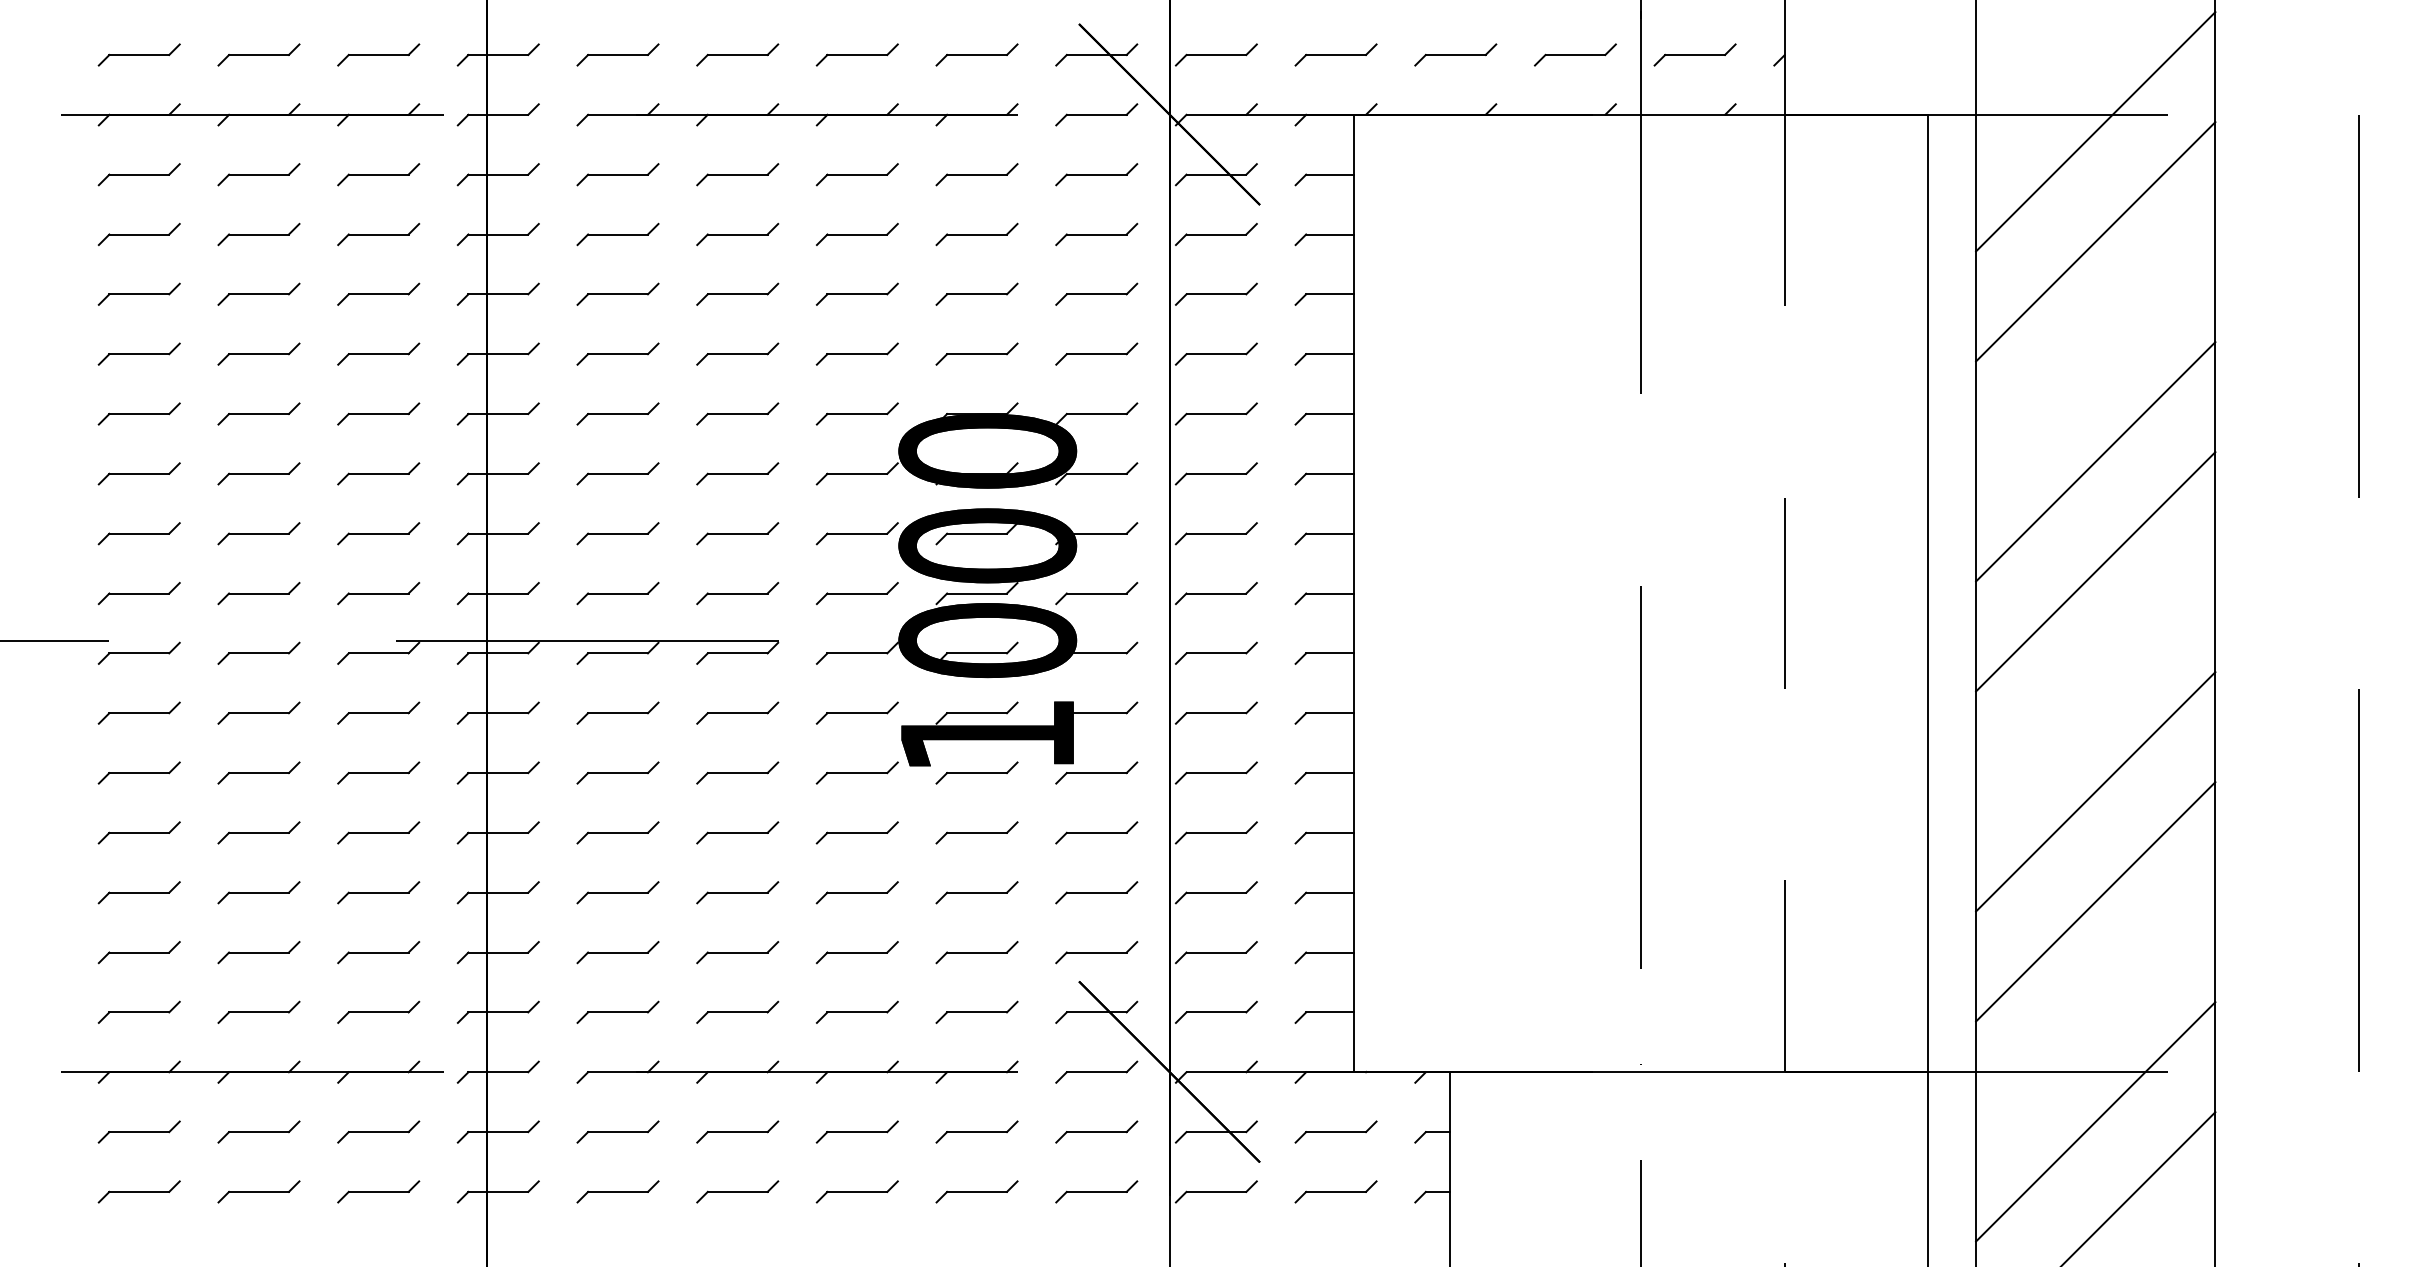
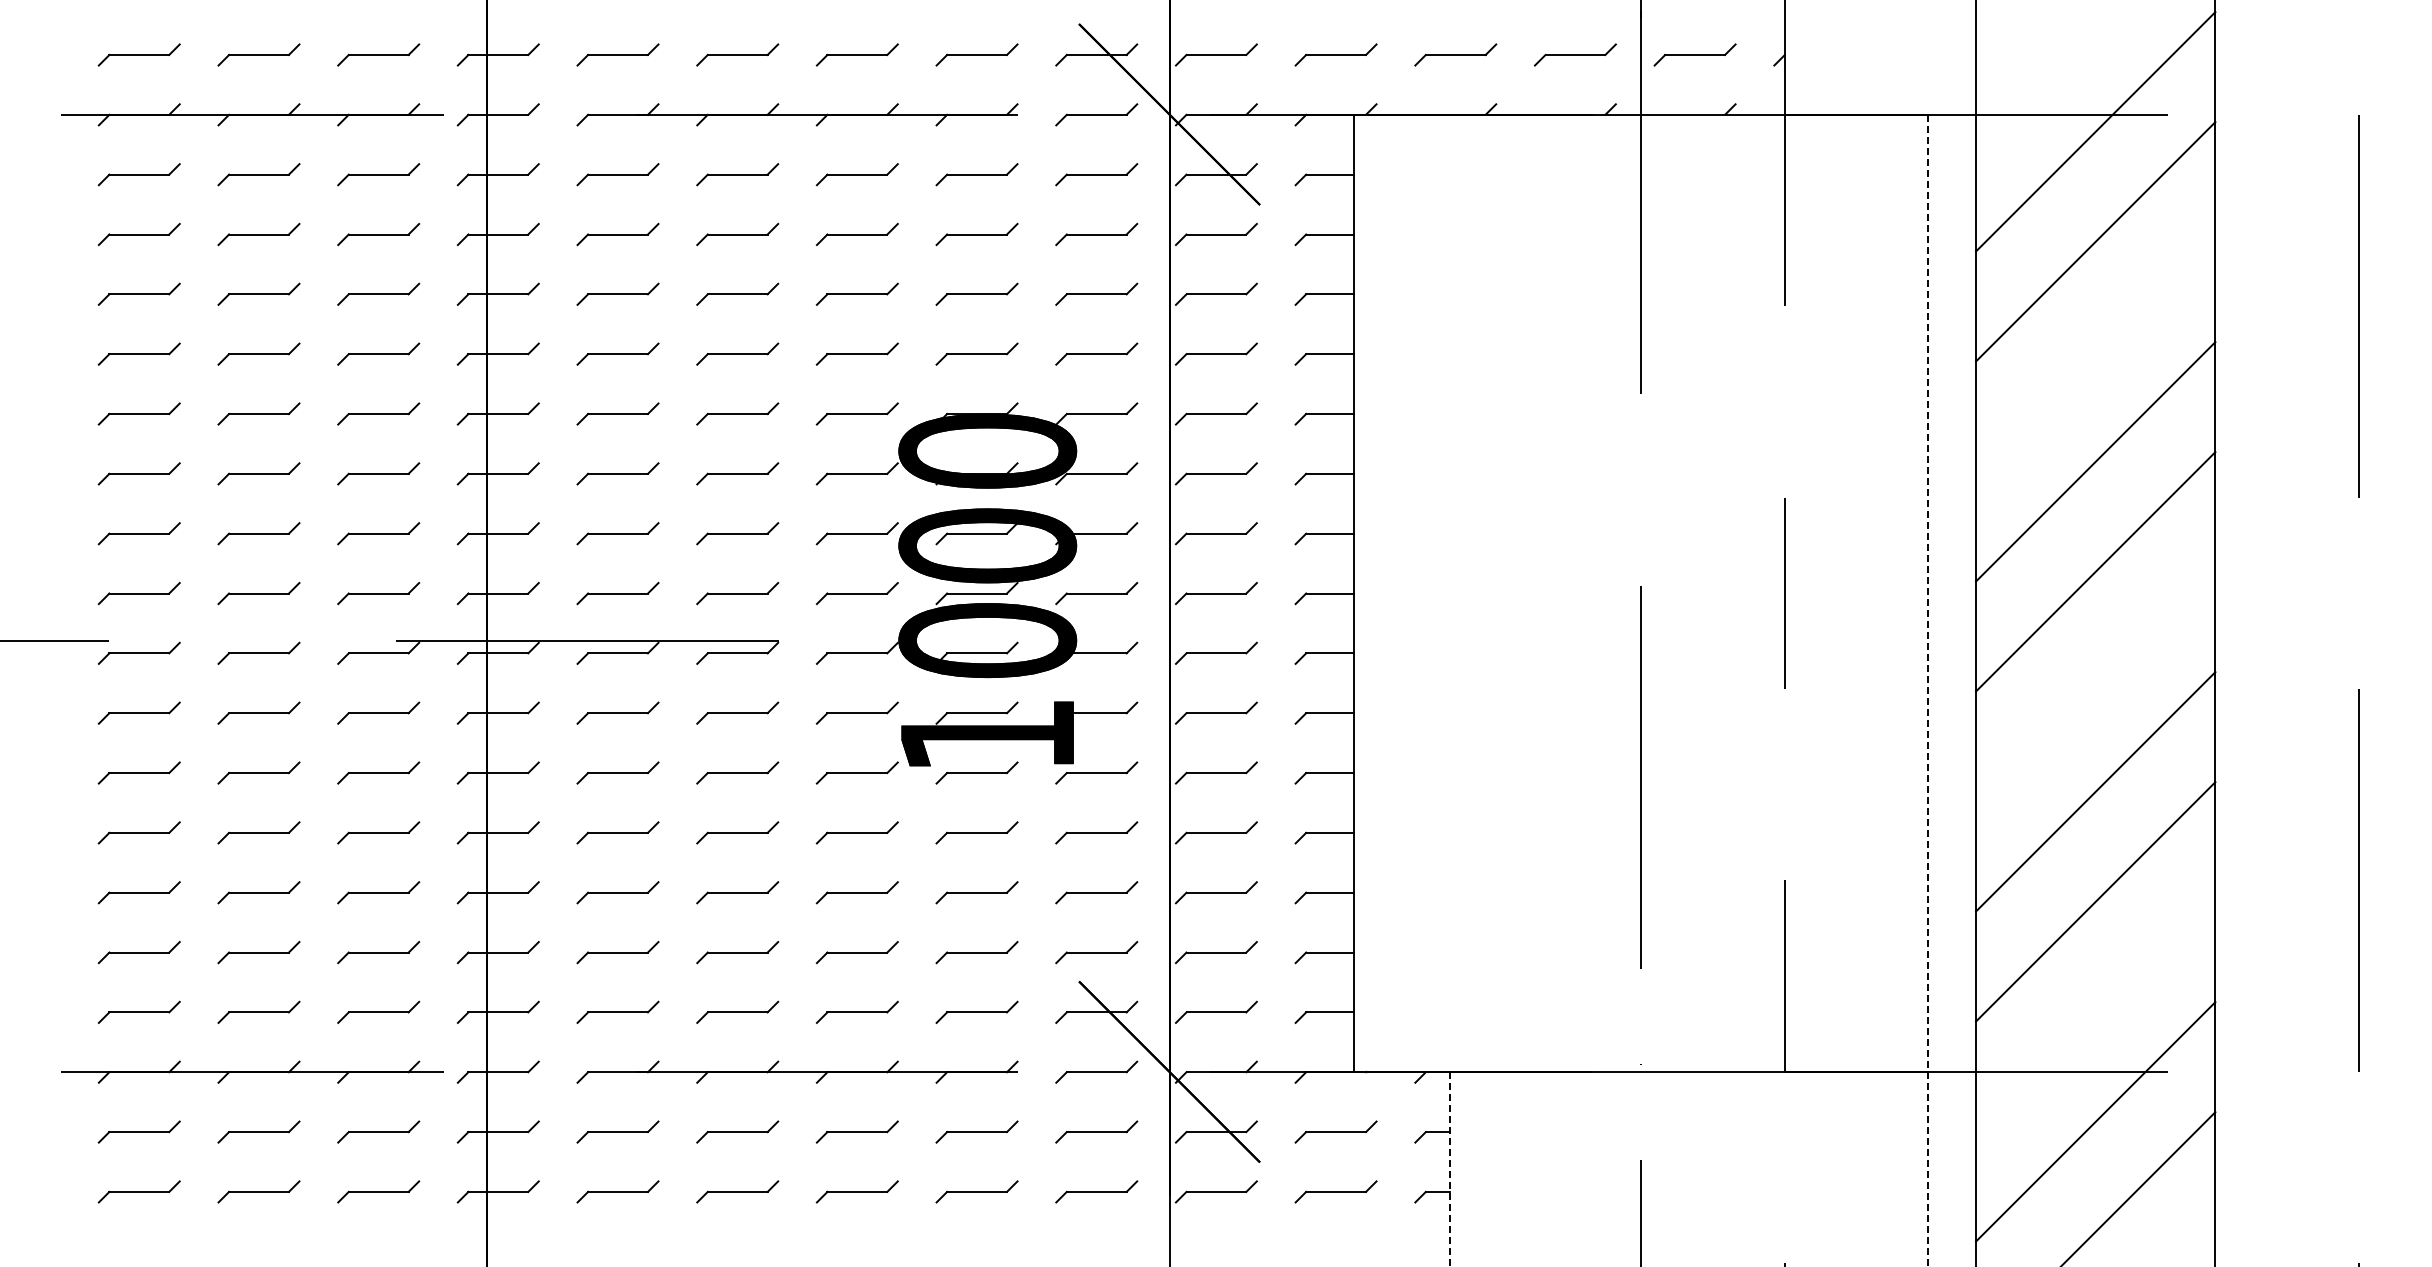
line at (1928, 690): solid -> dashed
line at (1449, 1169): solid -> dashed
